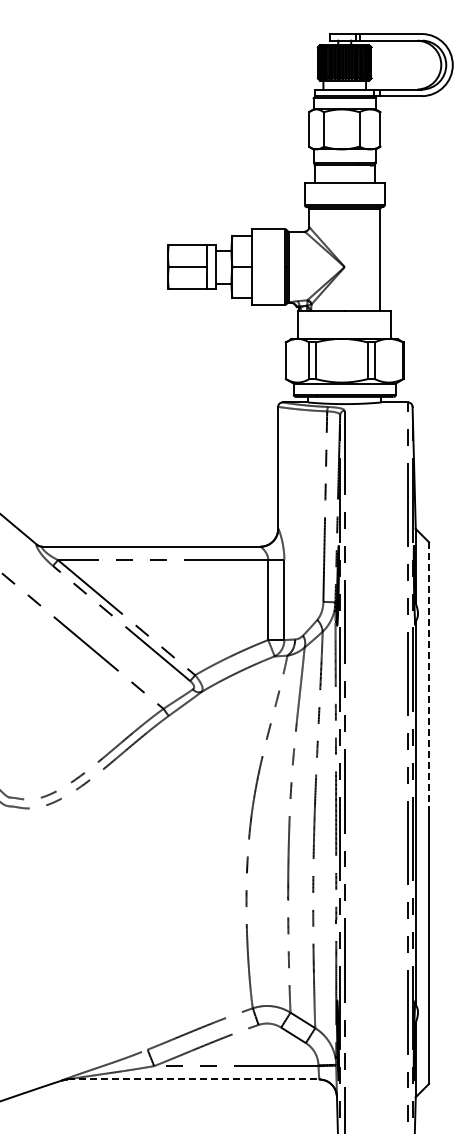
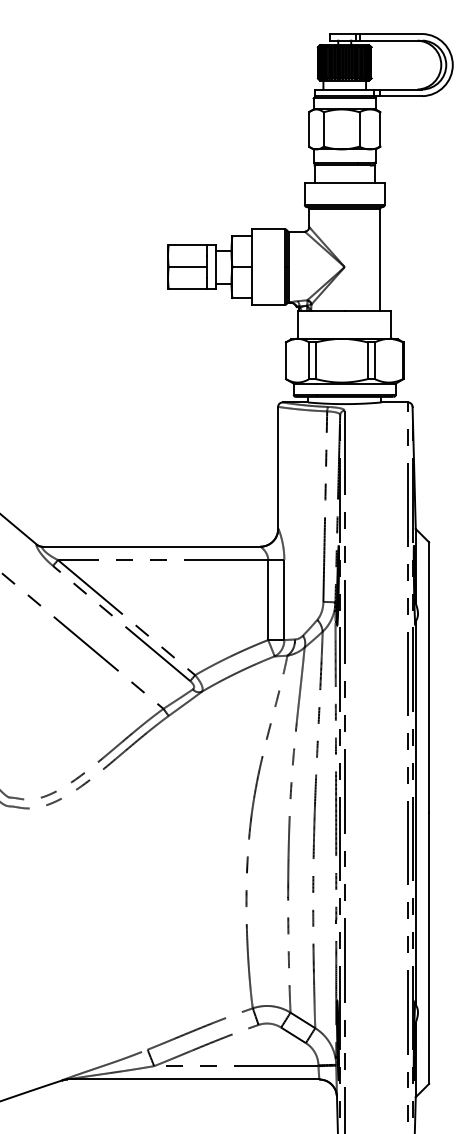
line at (429, 677): dashed -> solid
line at (193, 1079): dashed -> solid
